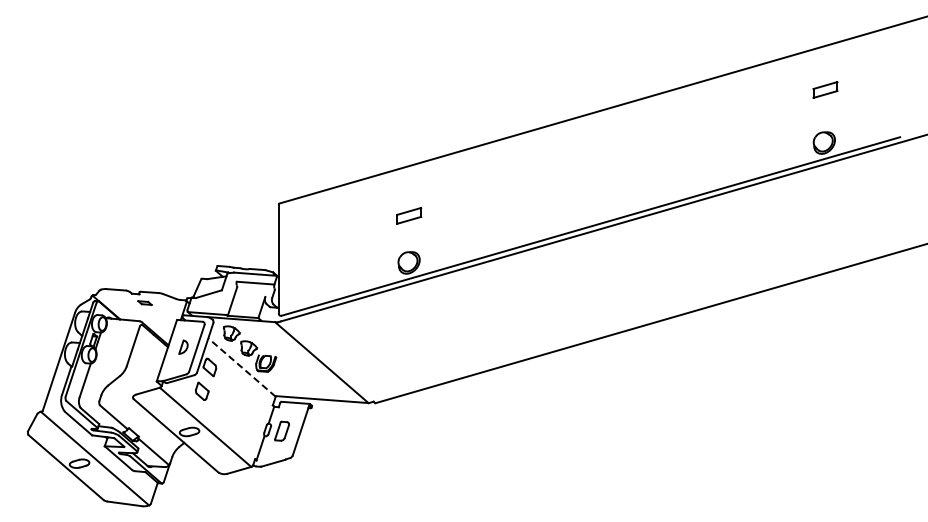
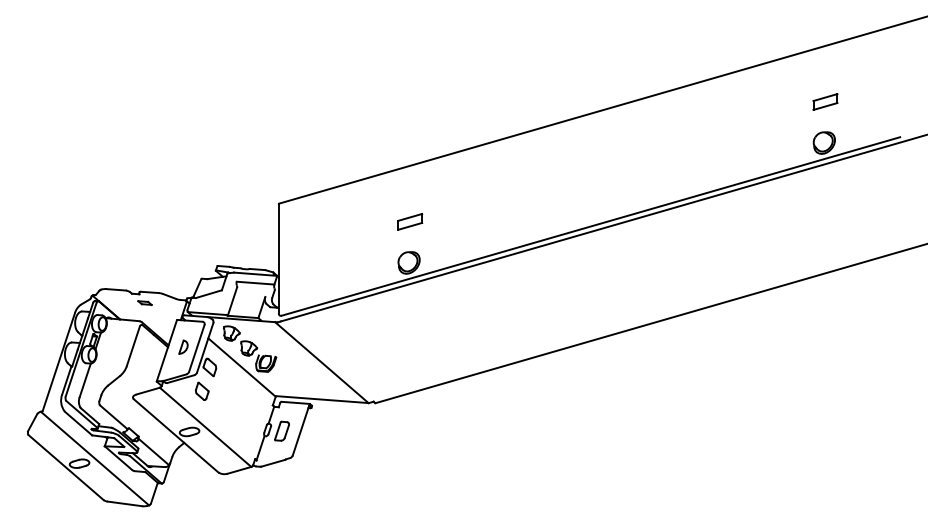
part at (825, 89) position: (825, 89) -> (825, 101)
part at (409, 215) position: (409, 215) -> (410, 221)
line at (242, 367): dashed -> solid
